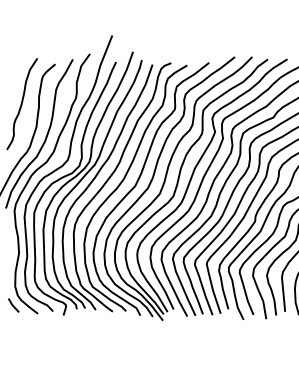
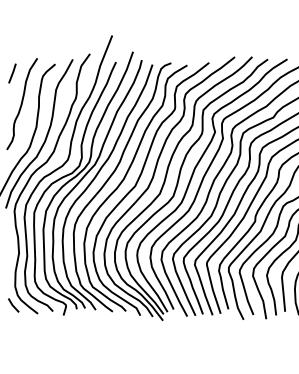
line at (12, 73): none -> present
